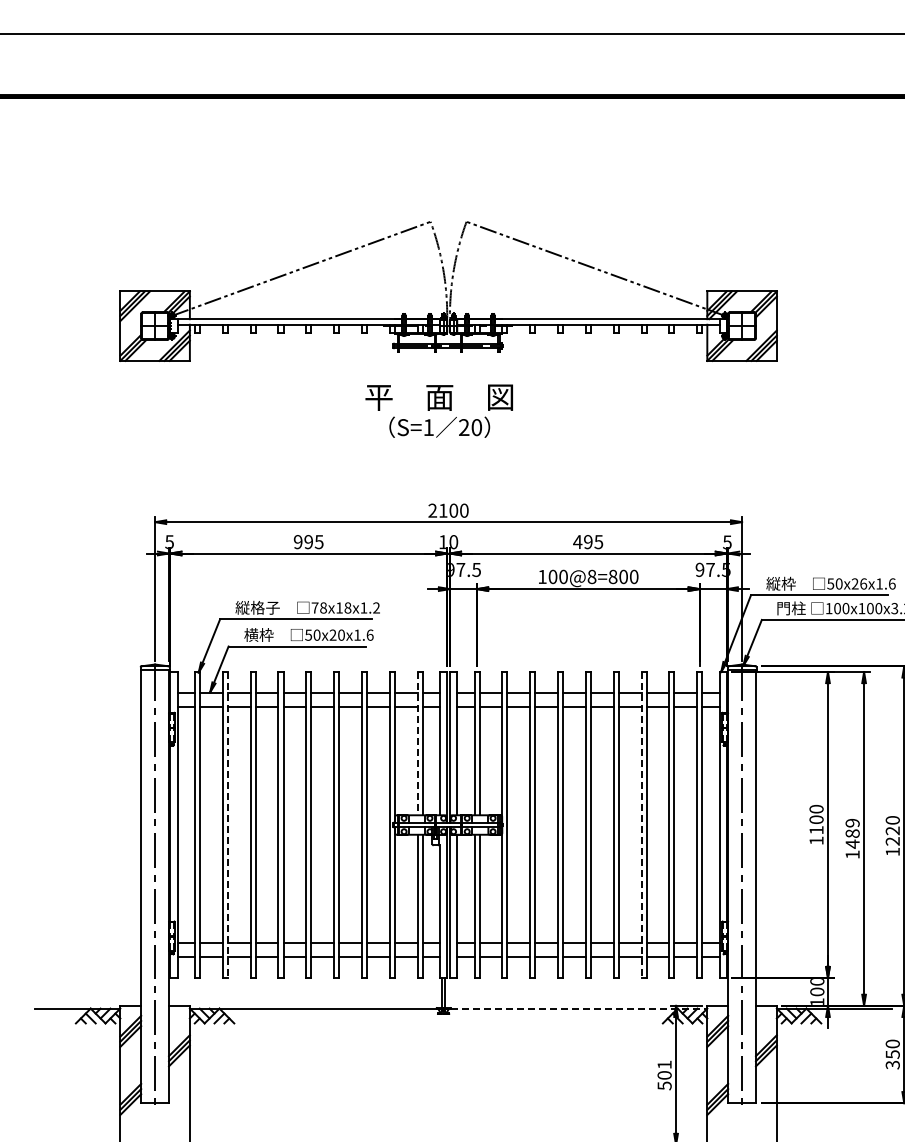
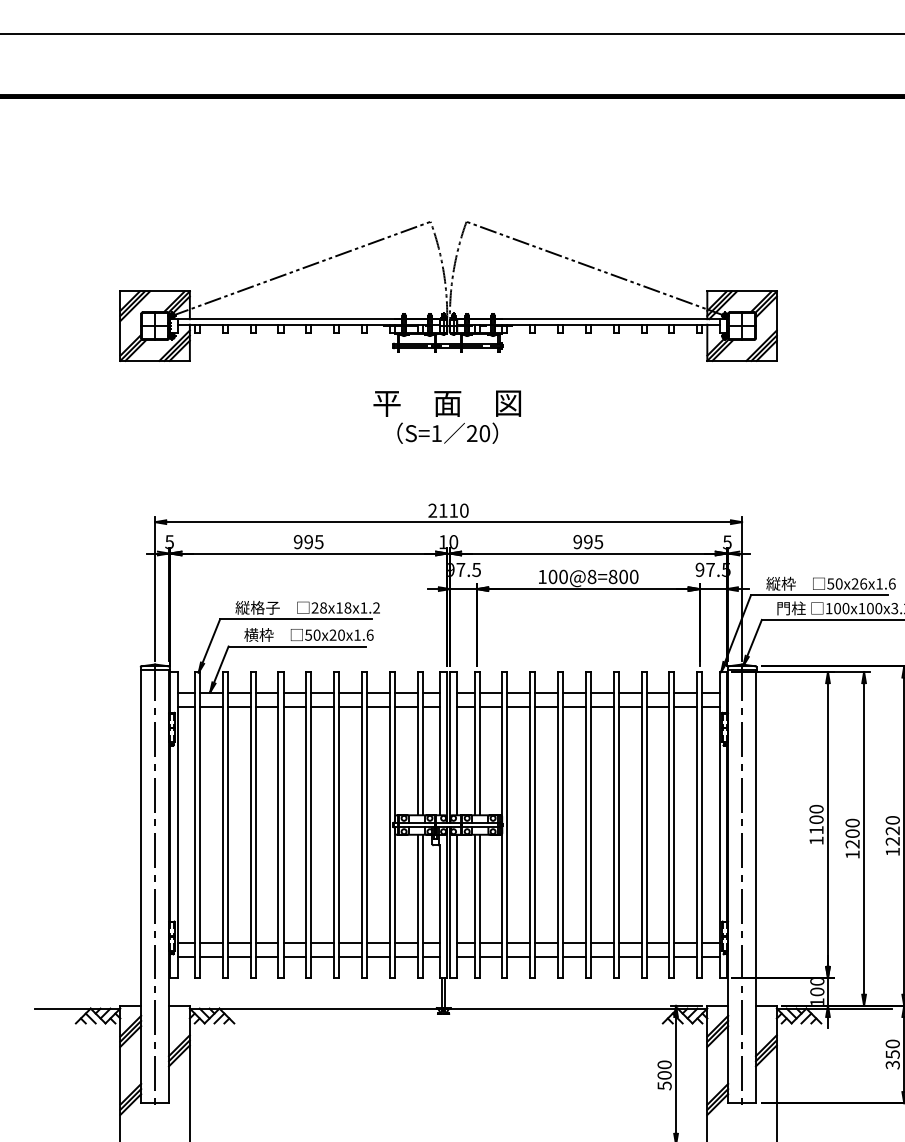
text at (438, 410) position: (438, 410) -> (446, 416)
text at (453, 510): 2100 -> 2110
text at (577, 542): 495 -> 995
text at (314, 607): 78x18x1.2 -> 28x18x1.2
line at (417, 743): dashed -> solid
line at (227, 825): dashed -> solid
line at (641, 825): dashed -> solid
text at (852, 833): 1489 -> 1200
line at (579, 1008): dashed -> solid
text at (664, 1064): 501 -> 500
